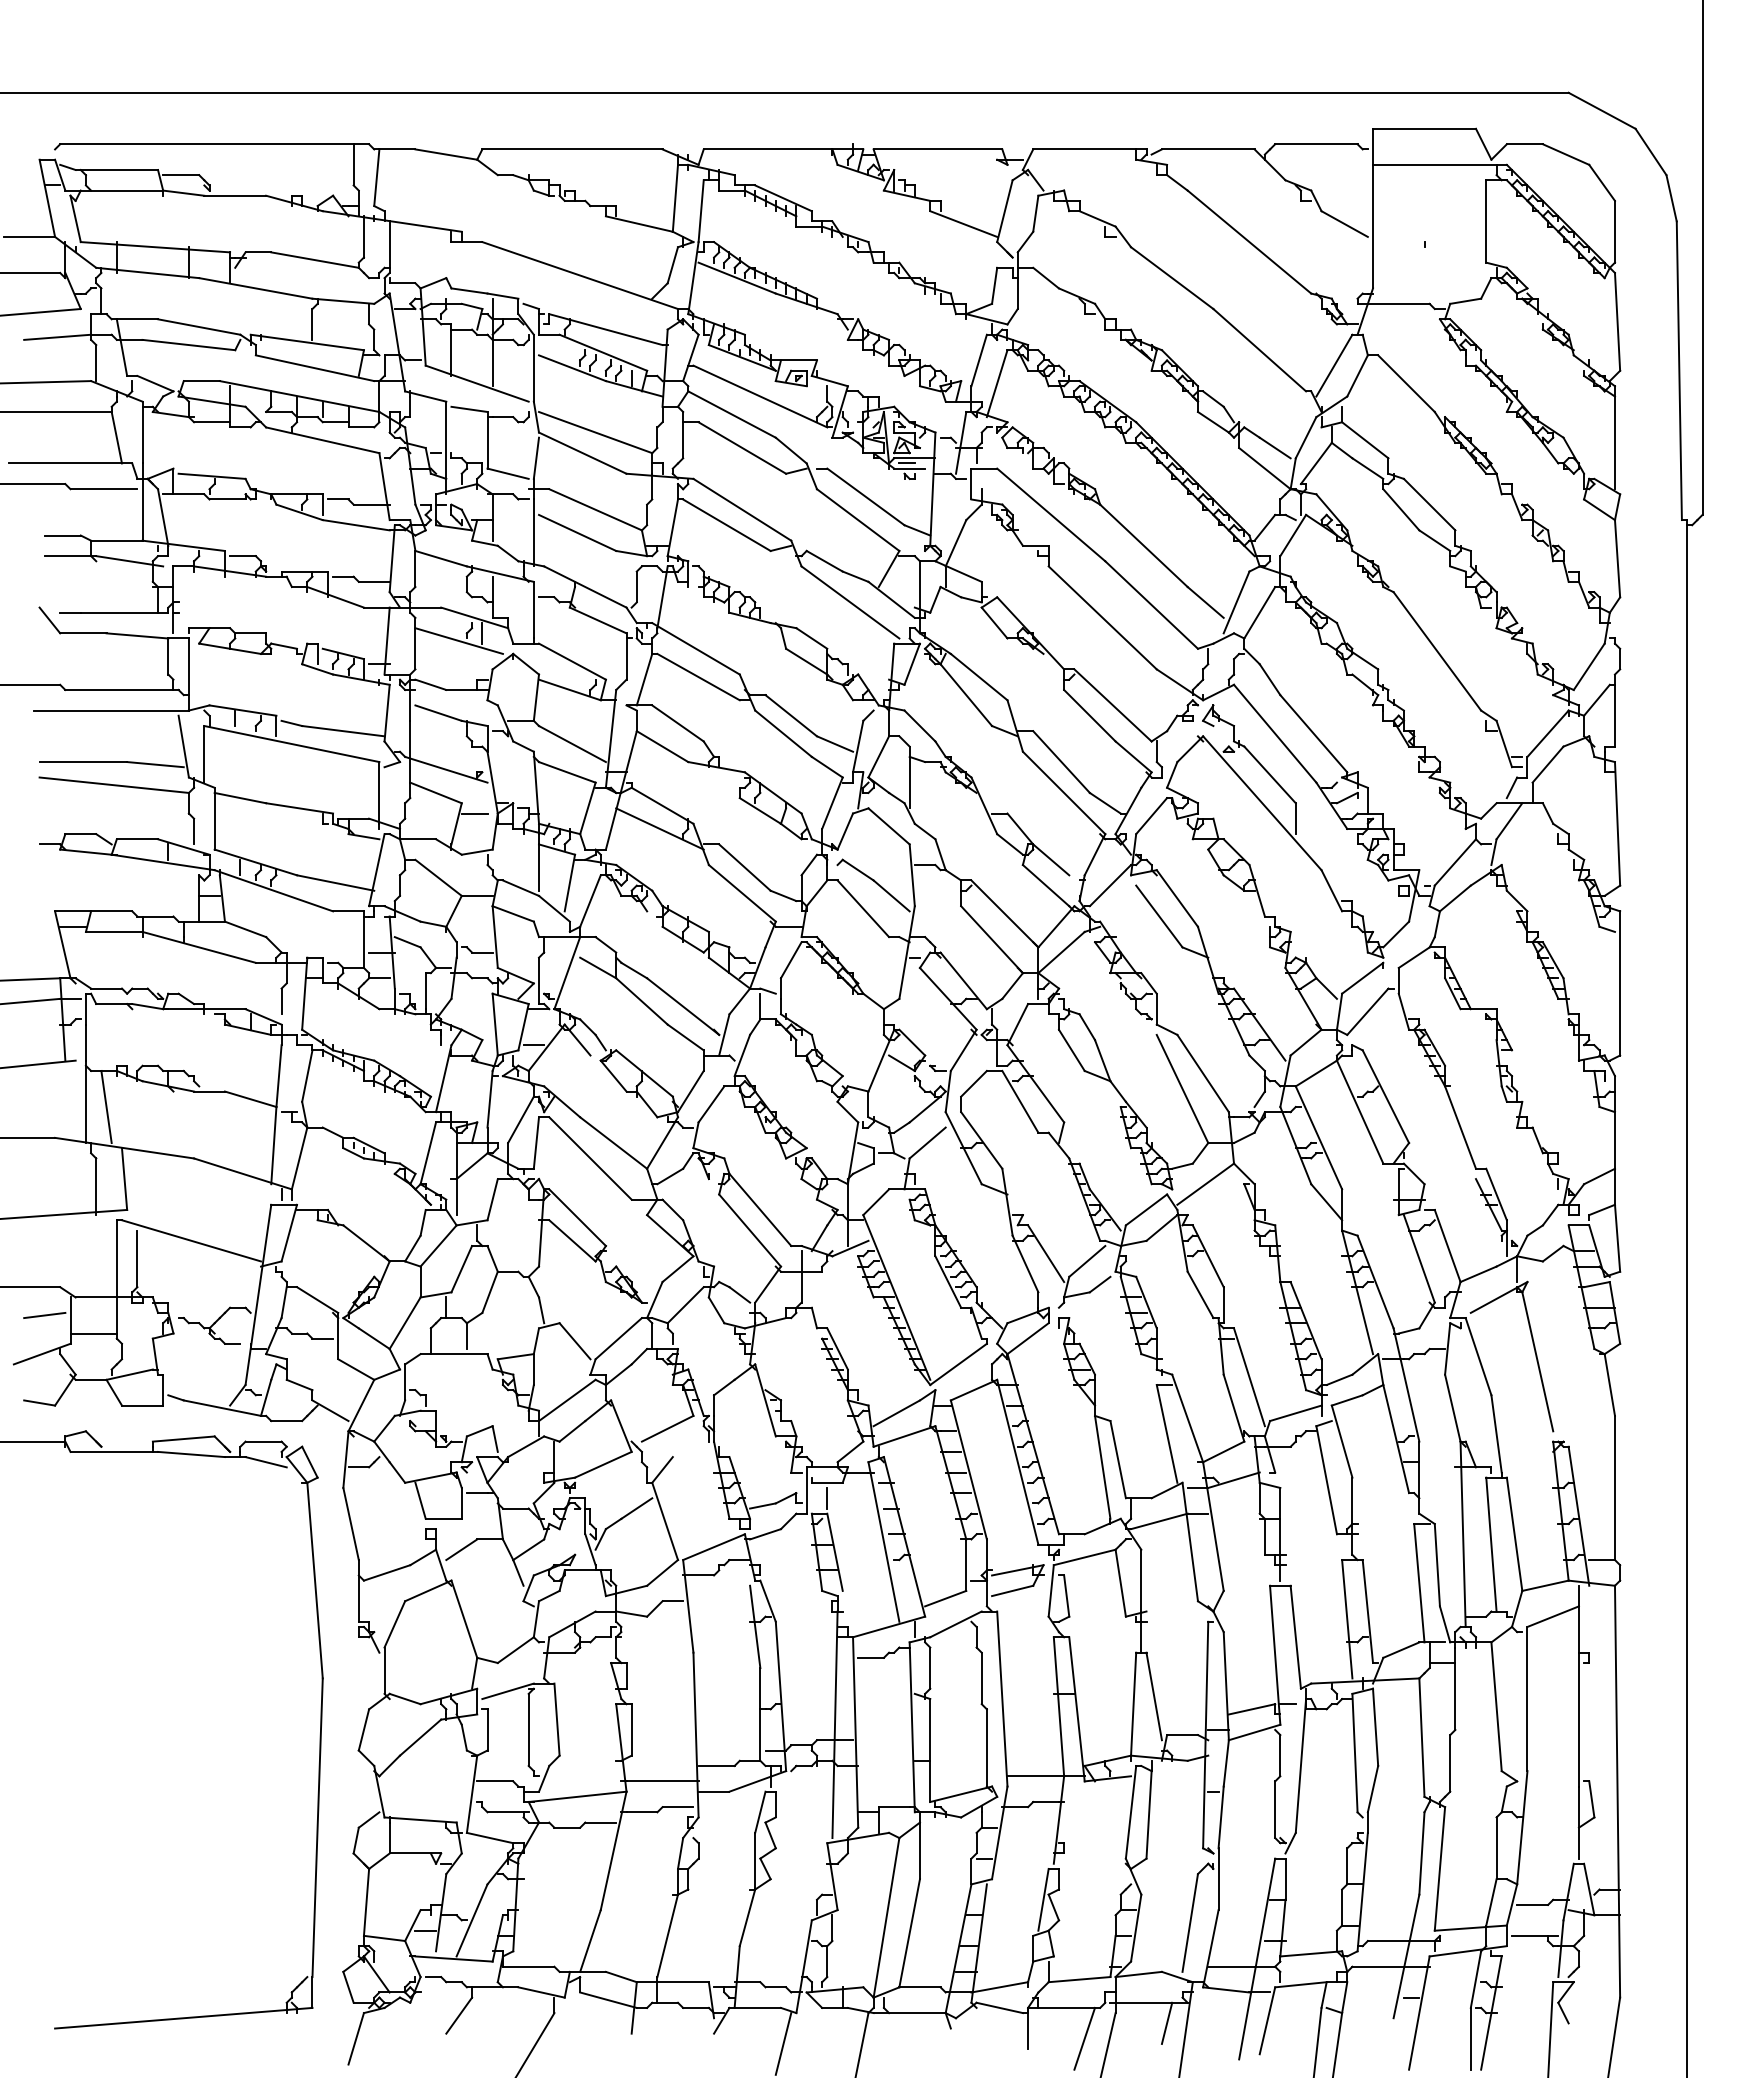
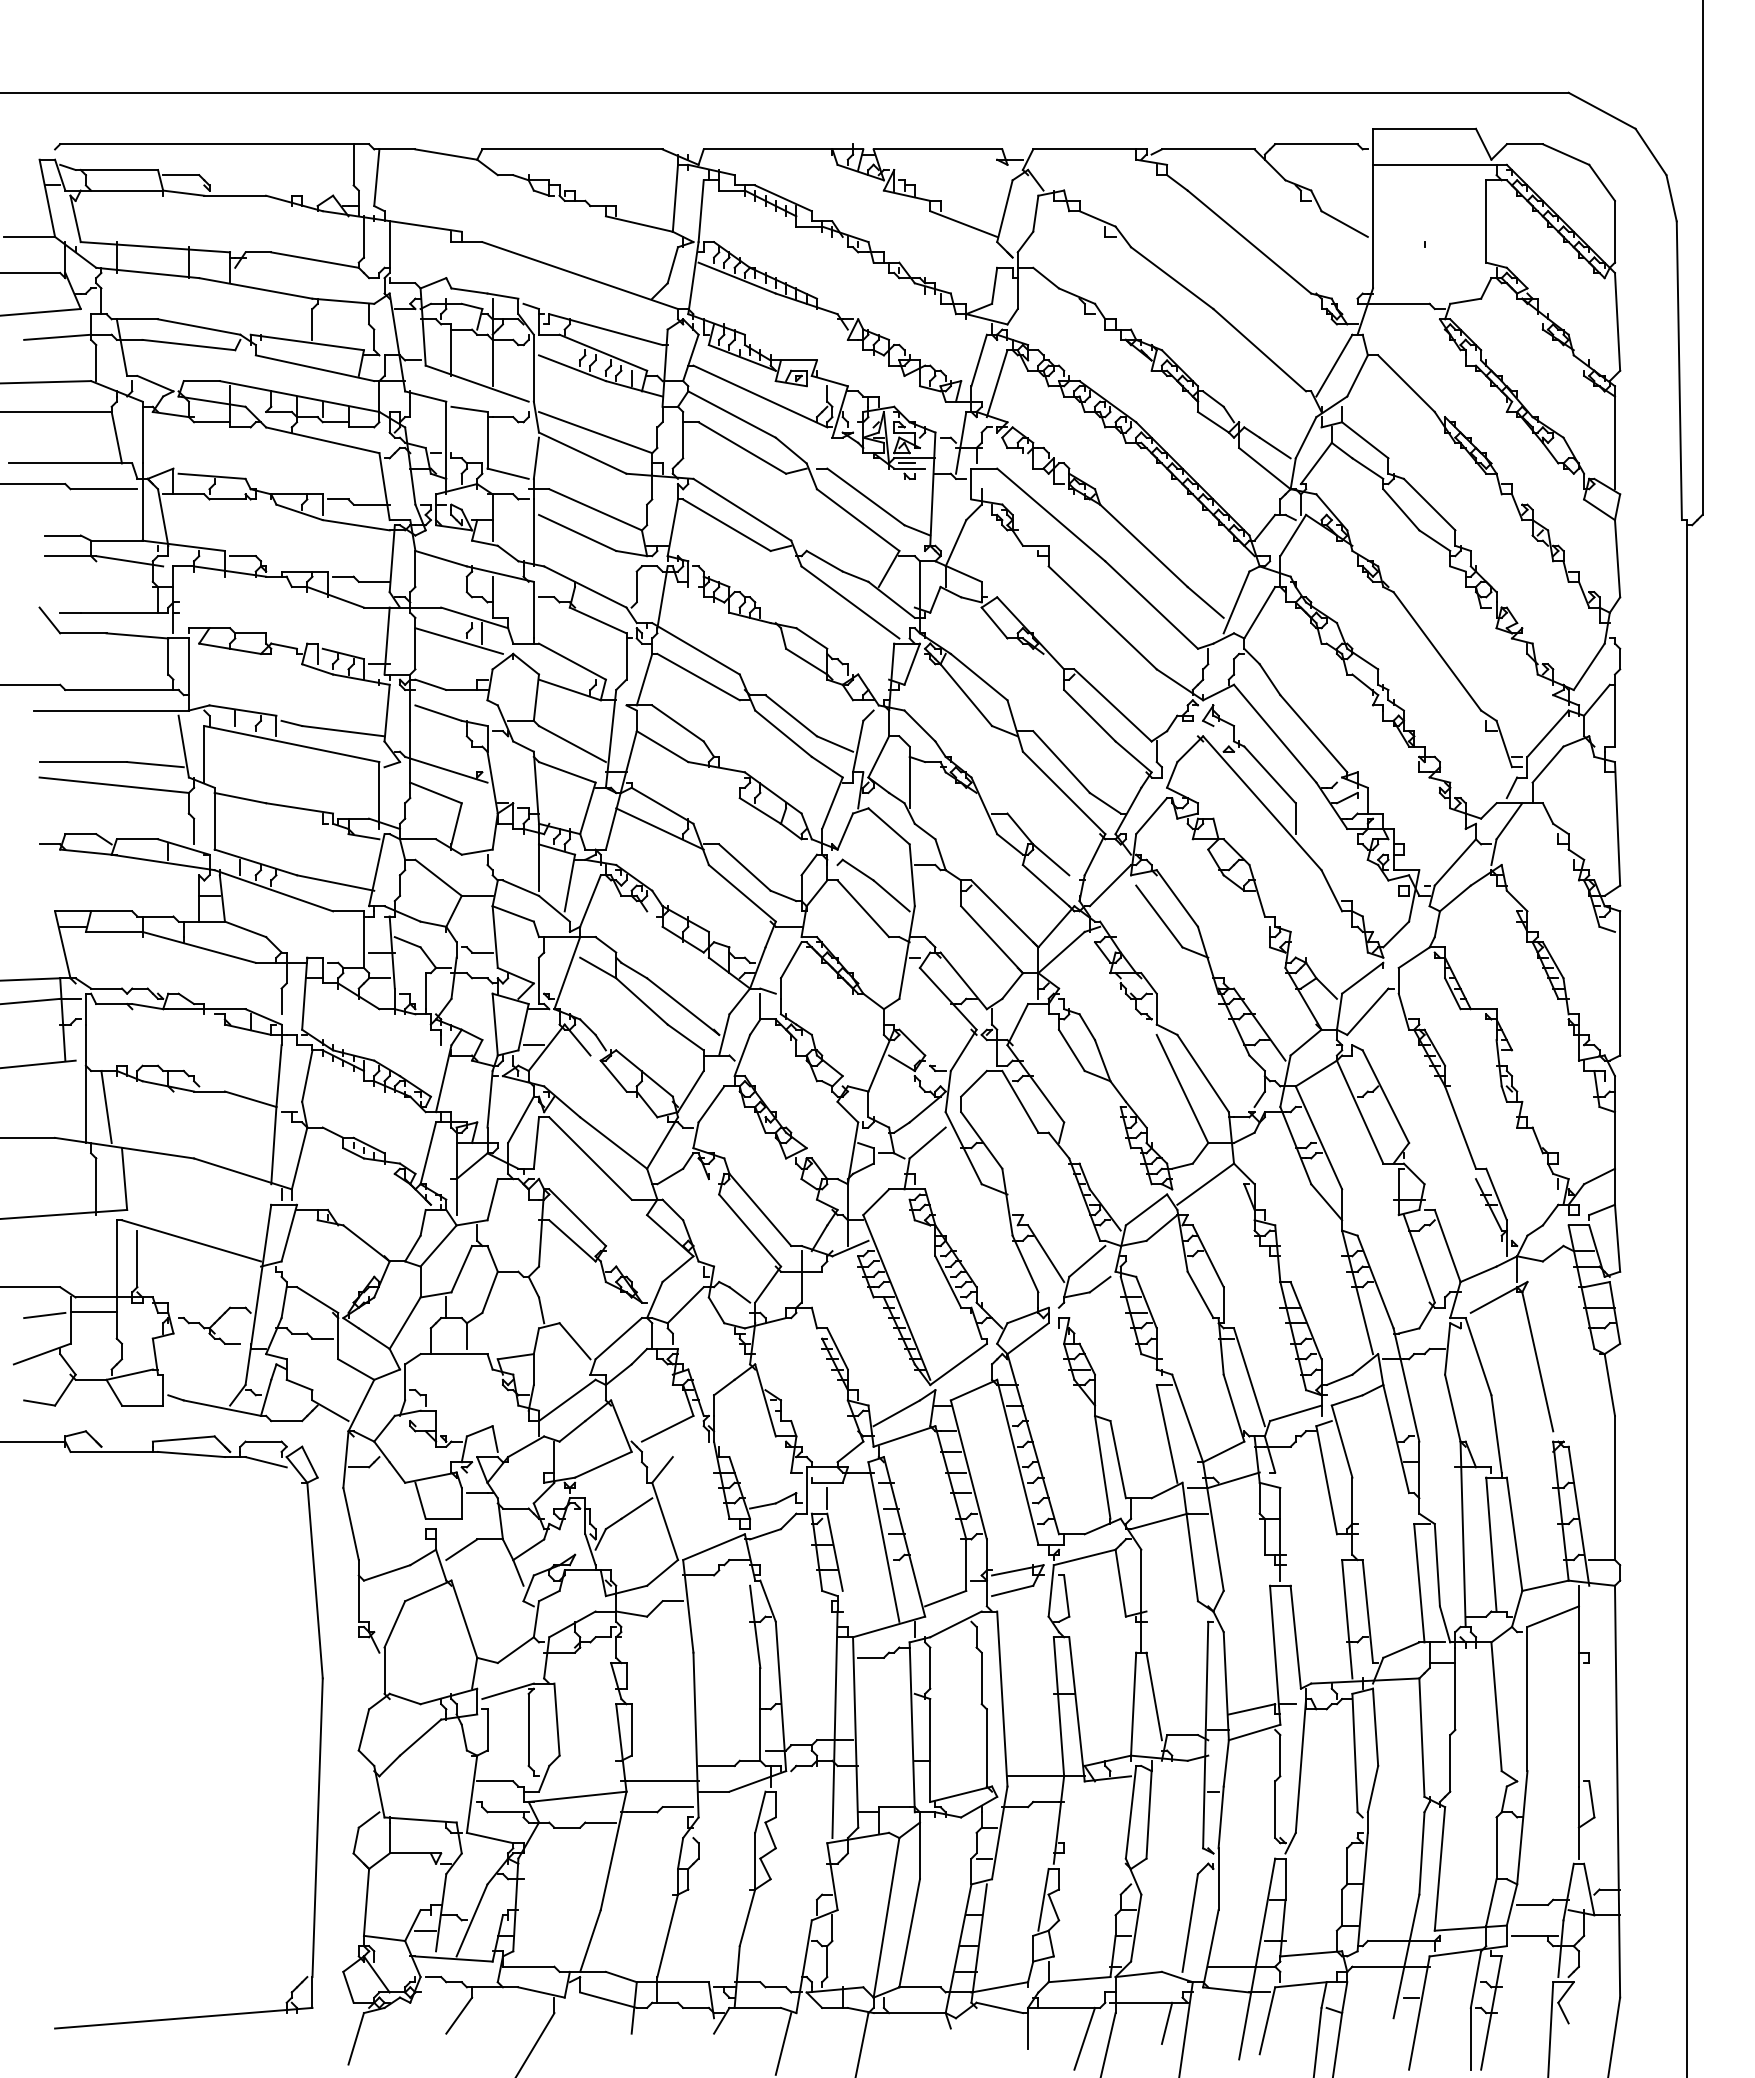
line at (474, 813): present -> none
line at (93, 1333) position: (93, 1333) -> (93, 1311)
